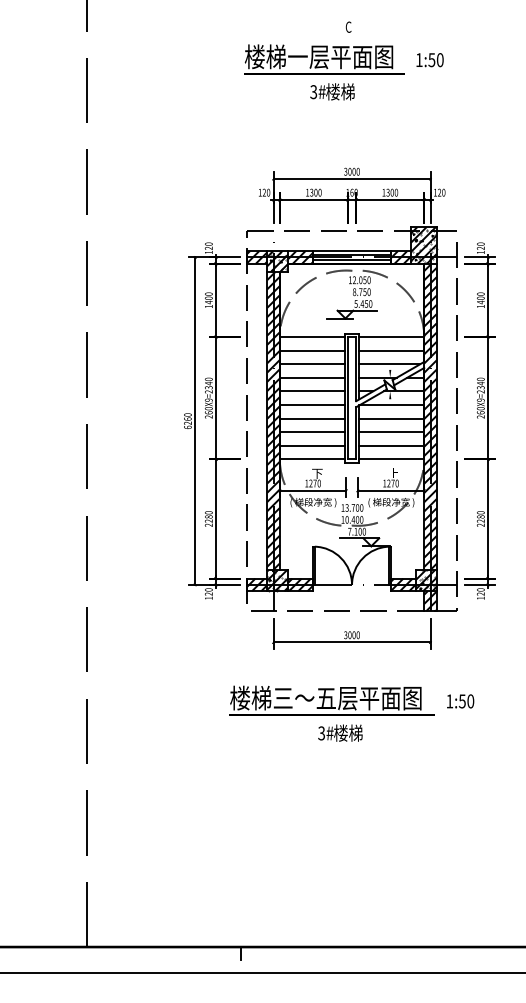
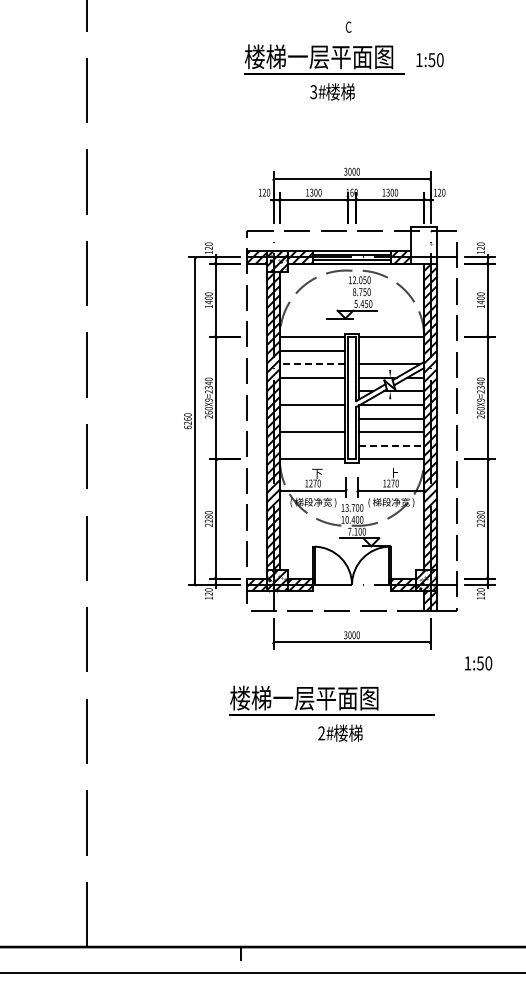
hatch at (423, 245): present -> none
line at (391, 350): present -> none
line at (311, 364): solid -> dashed
line at (311, 391): present -> none
line at (311, 418): present -> none
line at (311, 445): present -> none
line at (392, 445): solid -> dashed
text at (347, 698): 楼梯三～五层平面图 -> 楼梯一层平面图
text at (460, 701) position: (460, 701) -> (478, 663)
text at (321, 733): 3# -> 2#
